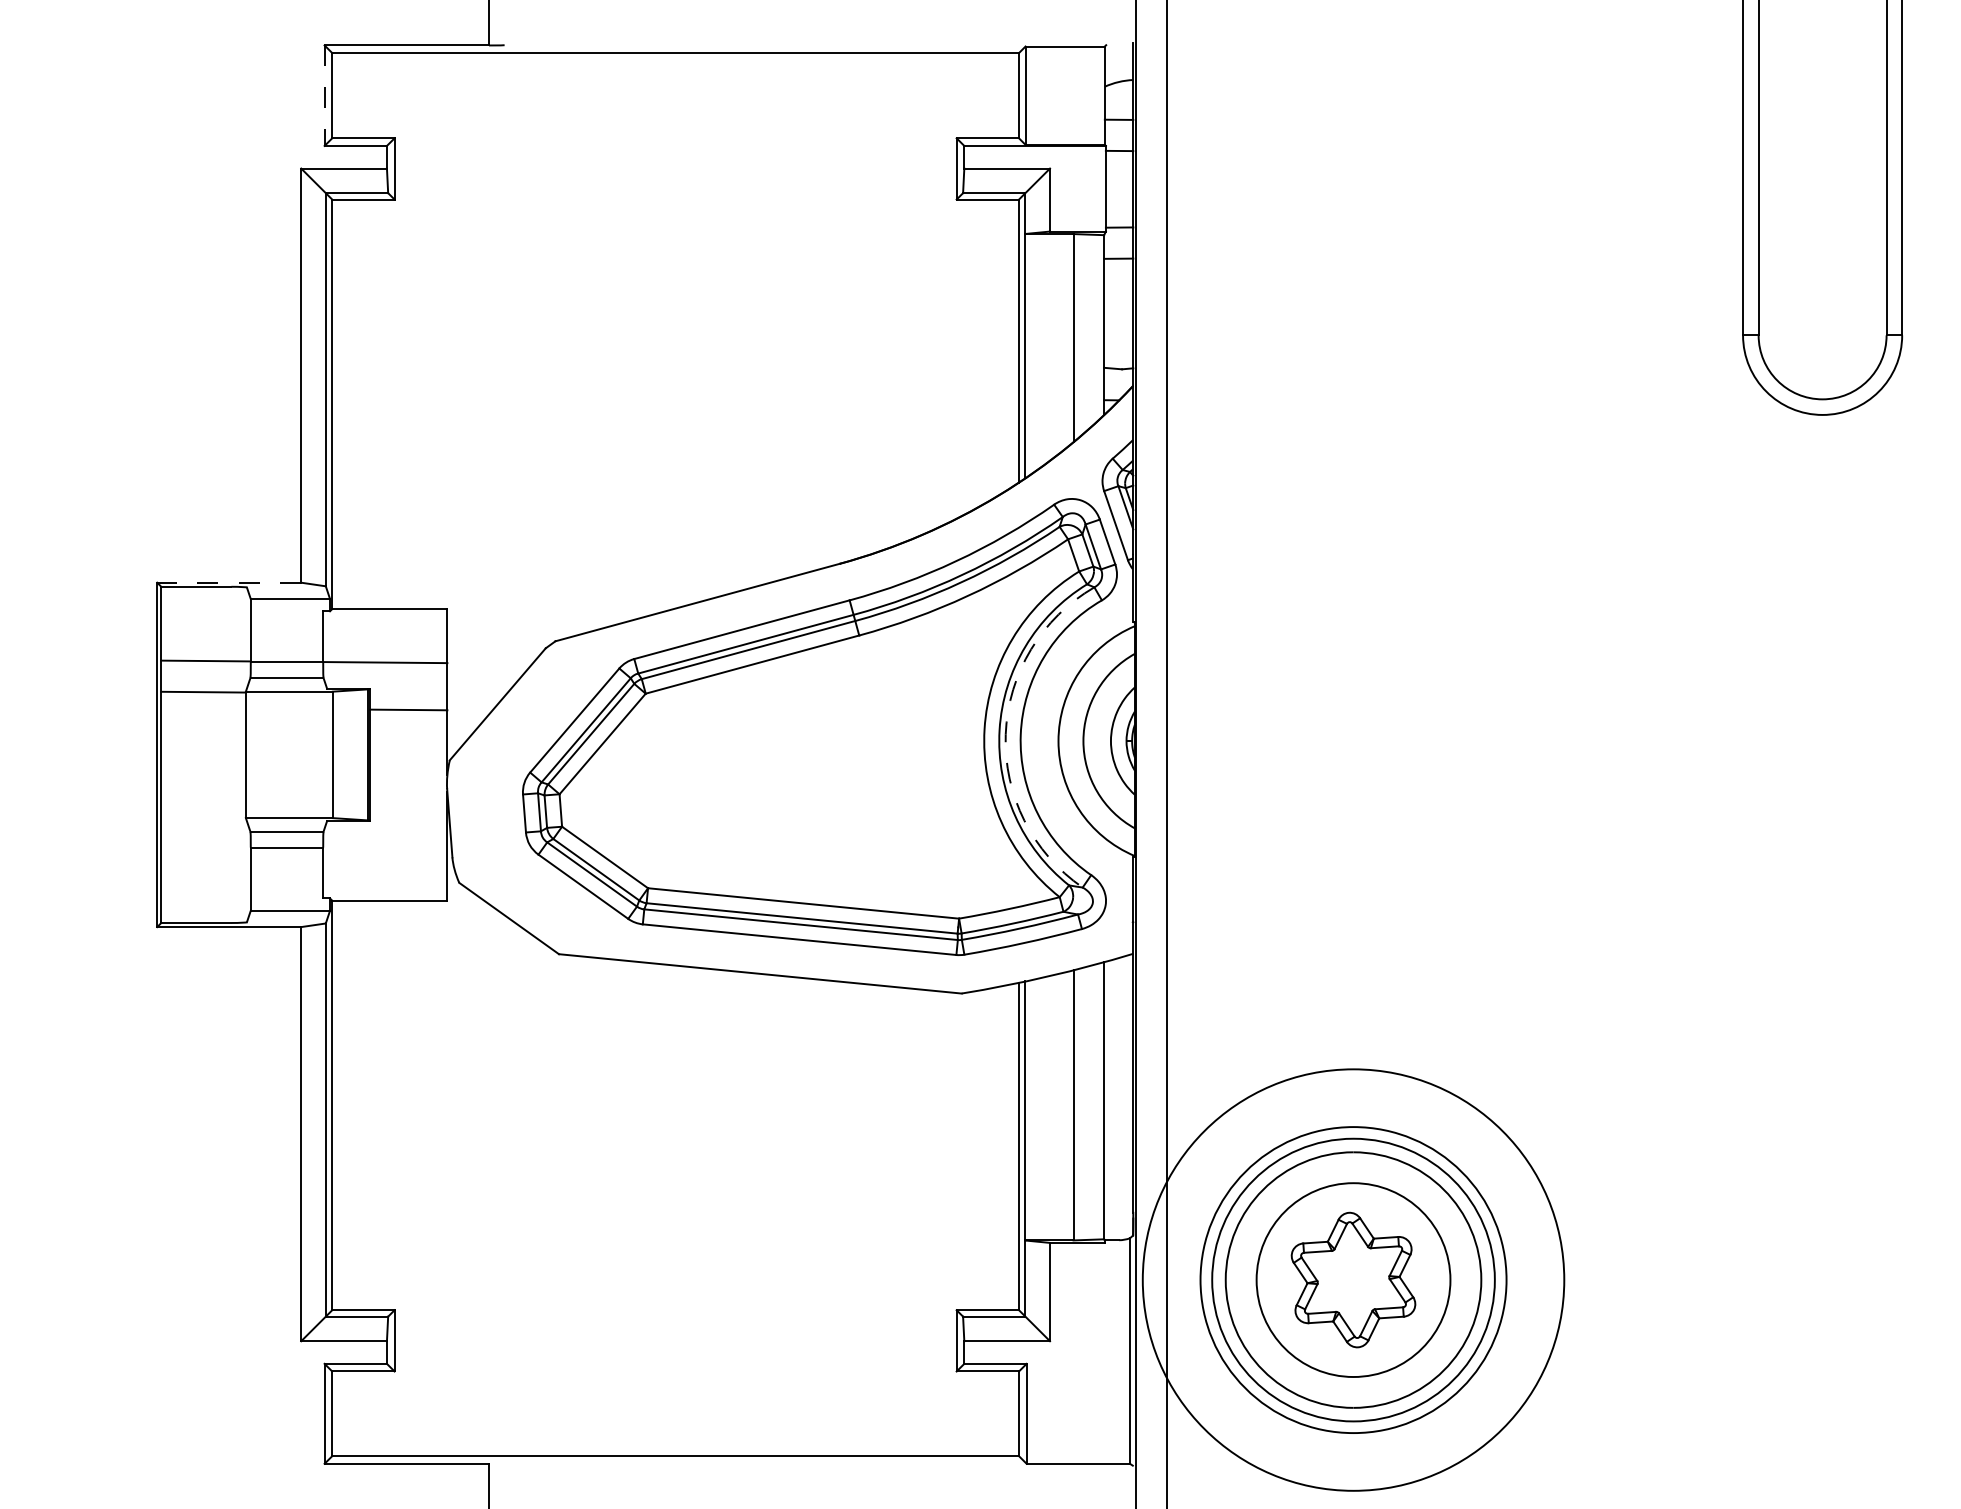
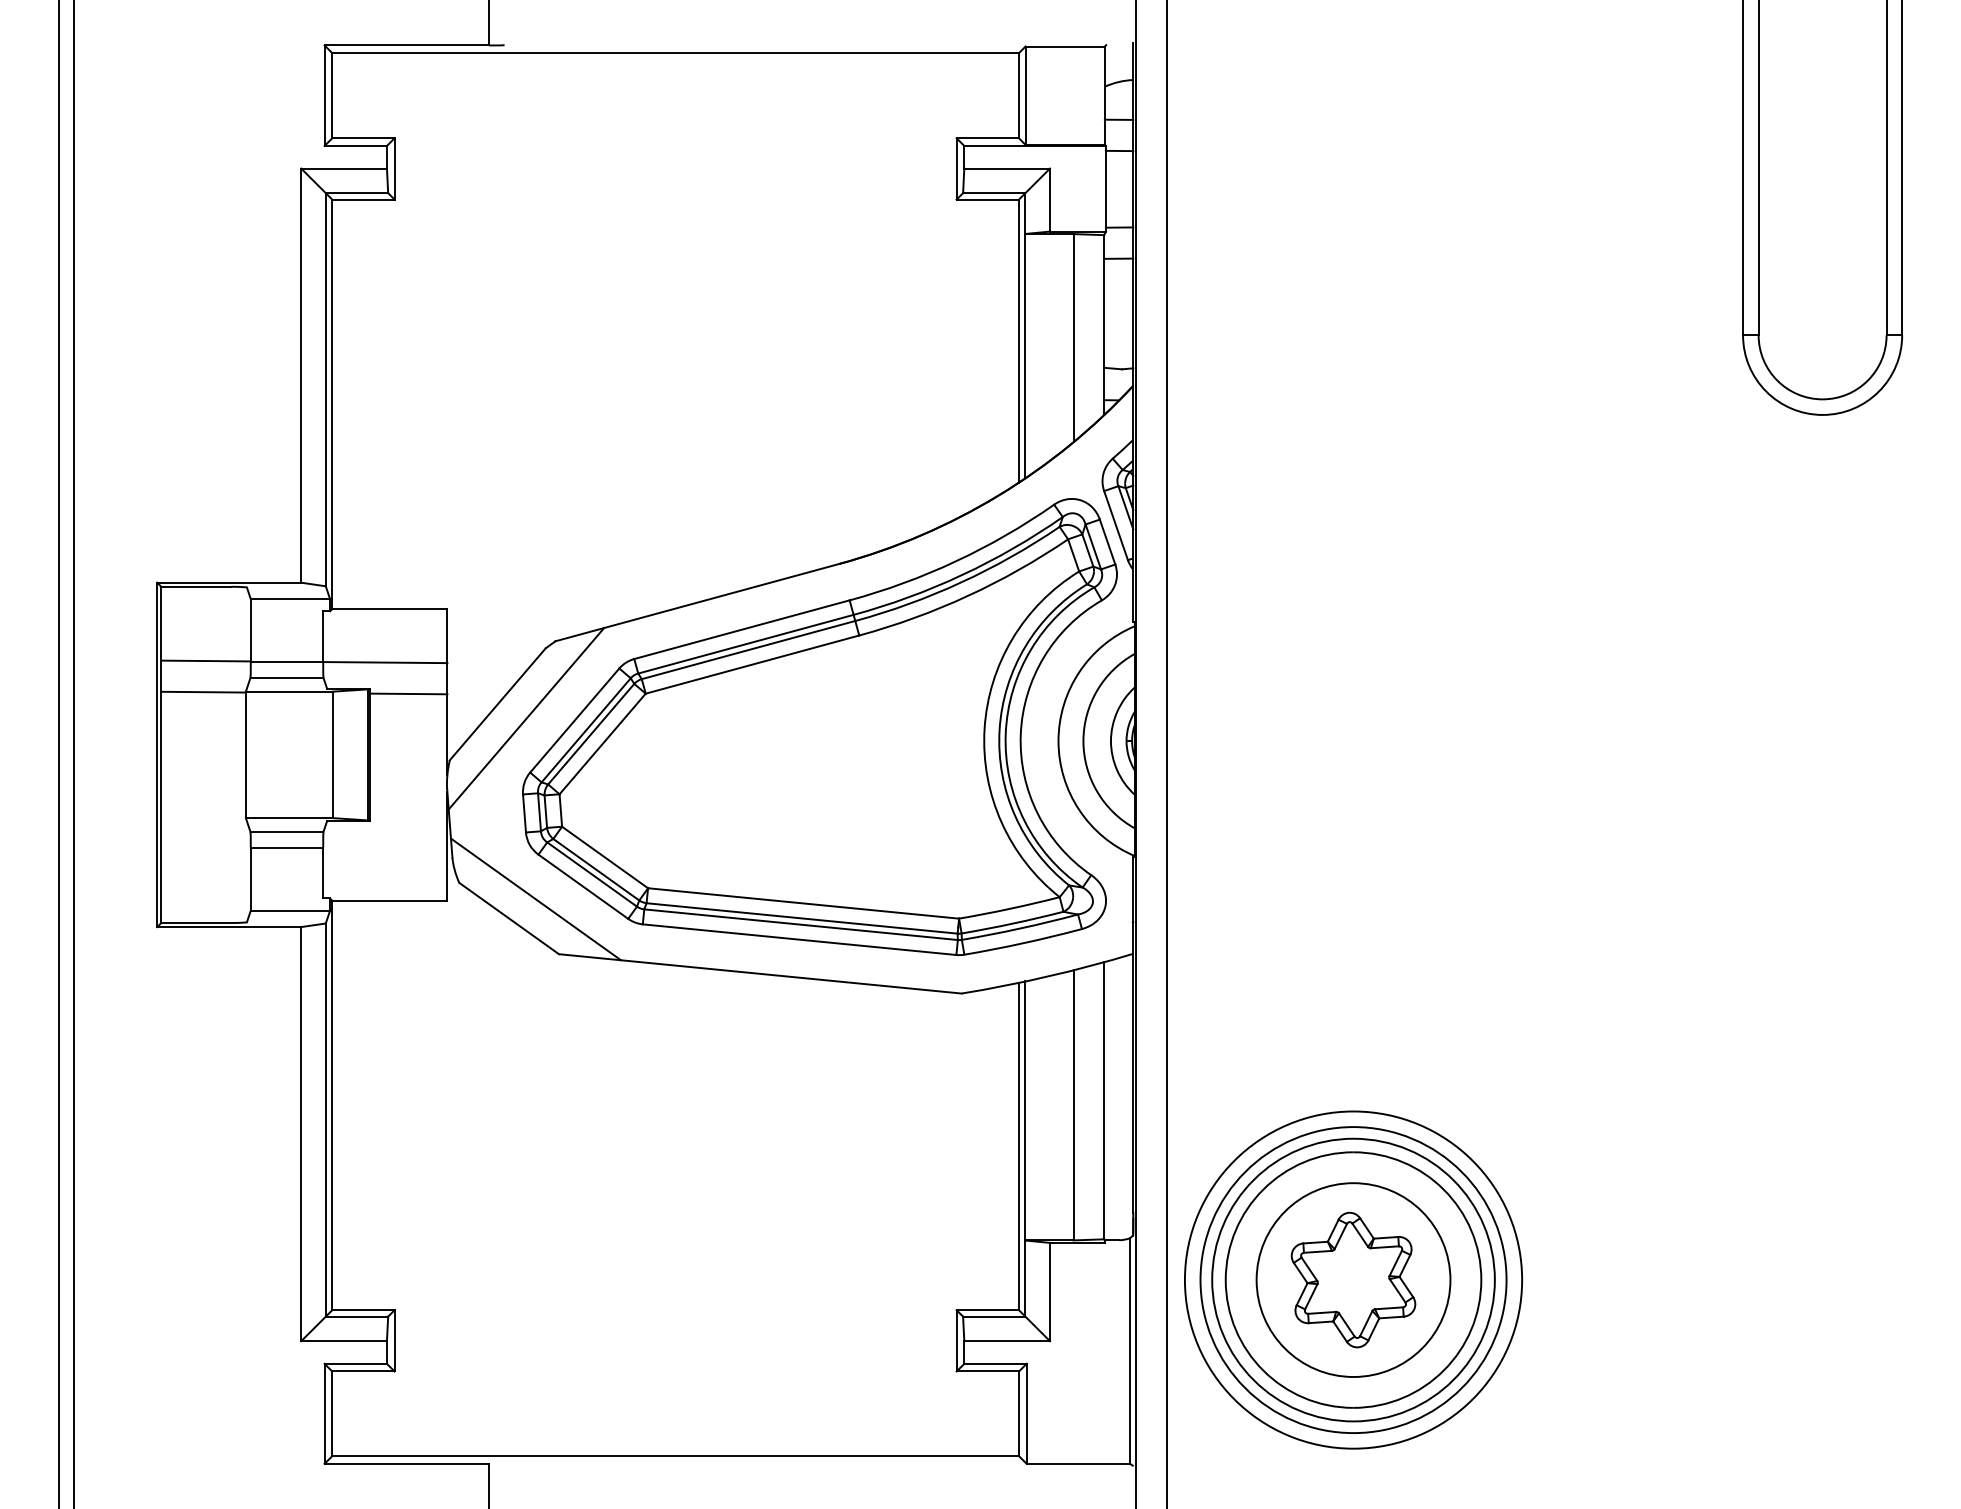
line at (324, 96): dashed -> solid
line at (228, 582): dashed -> solid
line at (408, 709) position: (408, 709) -> (408, 693)
line at (526, 718): none -> present
arc at (1005, 734): dashed -> solid
line at (58, 753): none -> present
line at (74, 753): none -> present
line at (535, 899): none -> present
circle at (1353, 1279) diameter: 421 px -> 337 px
